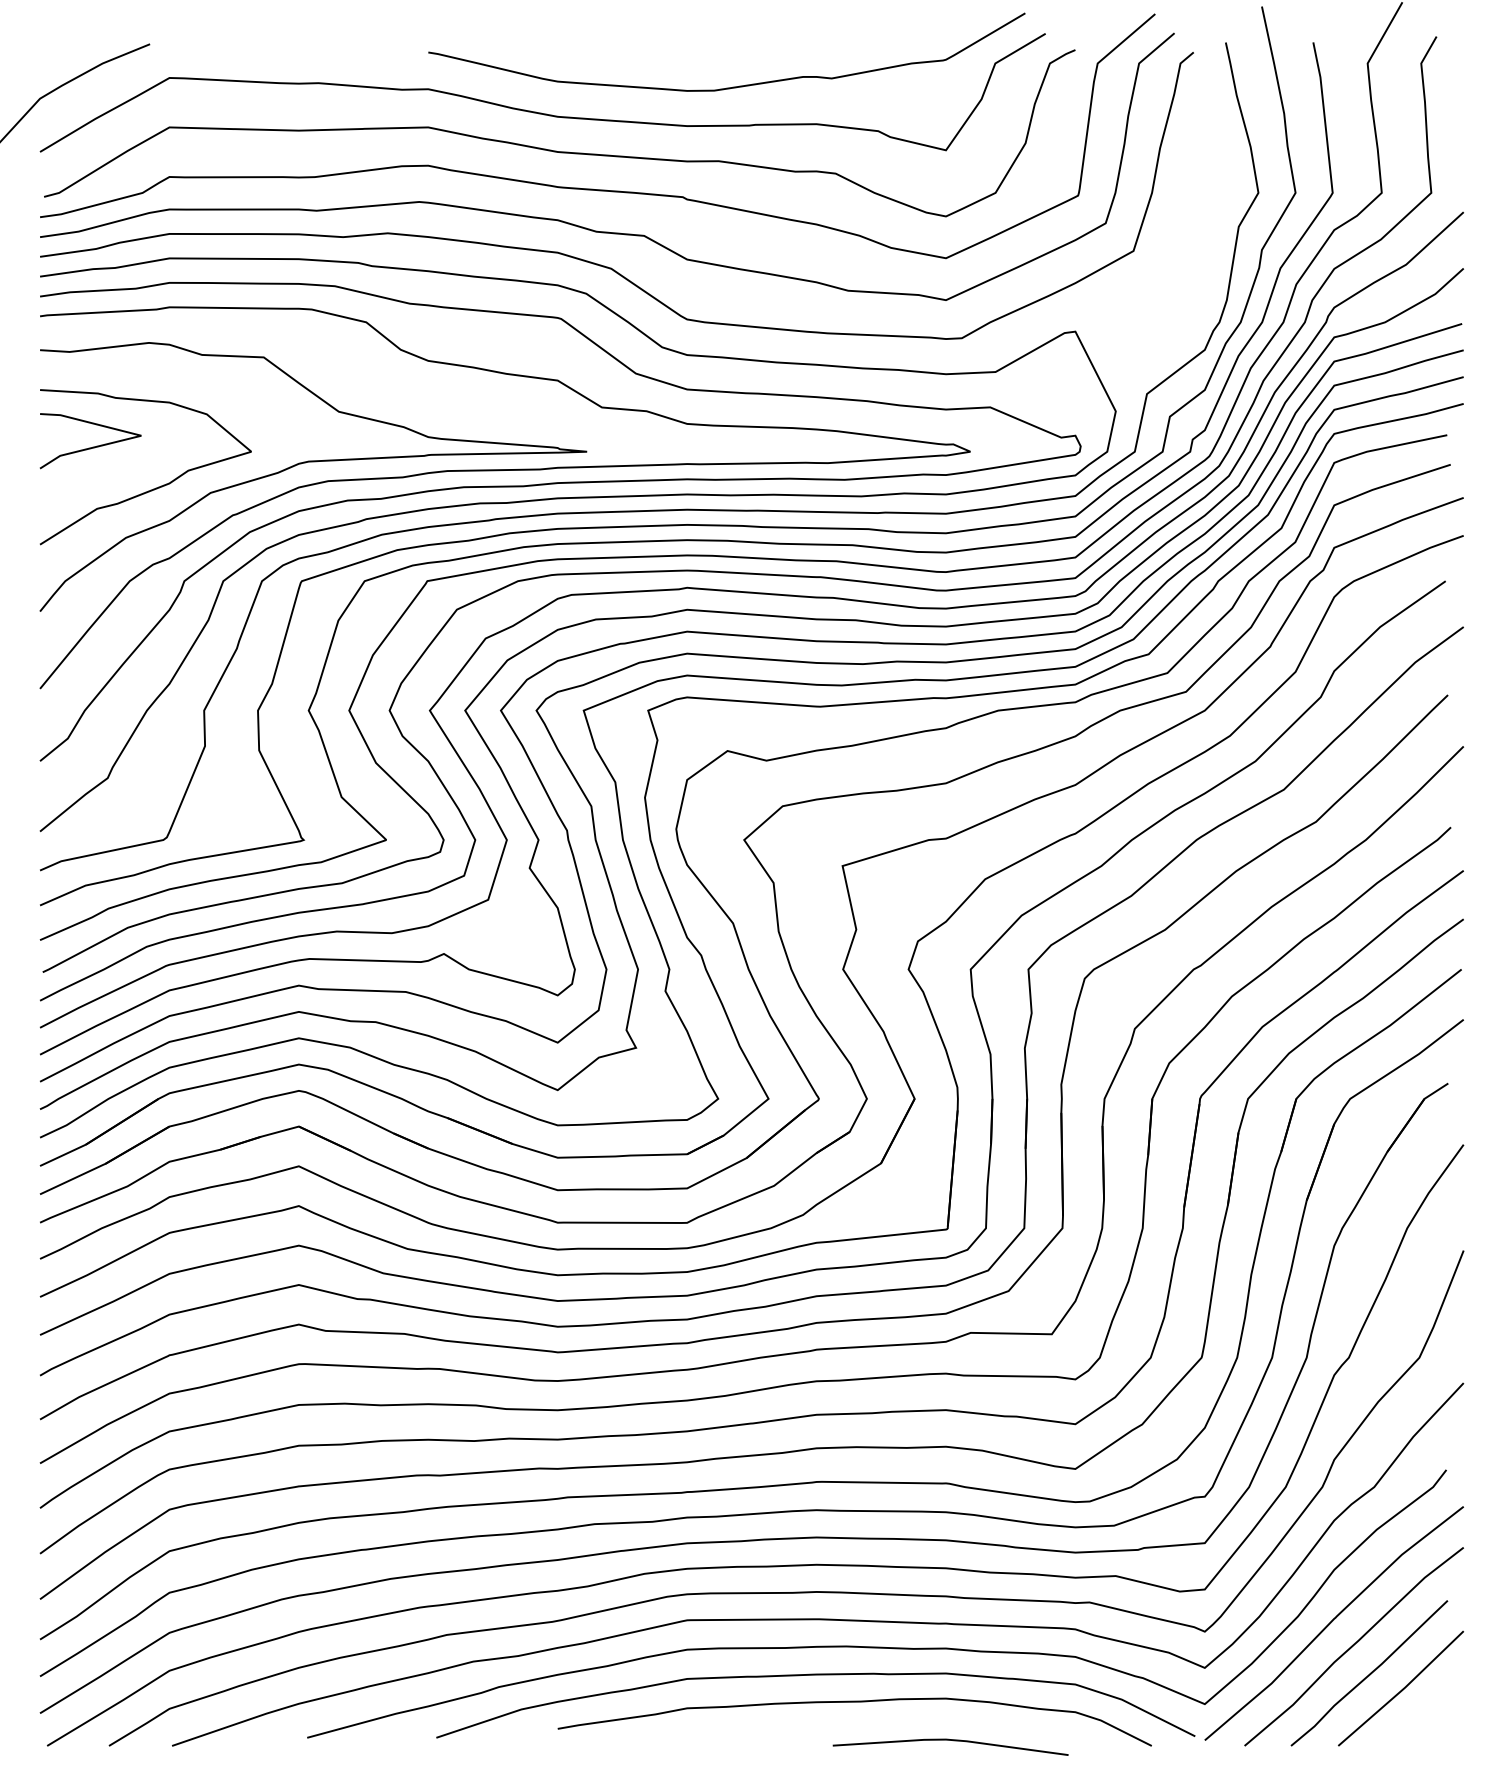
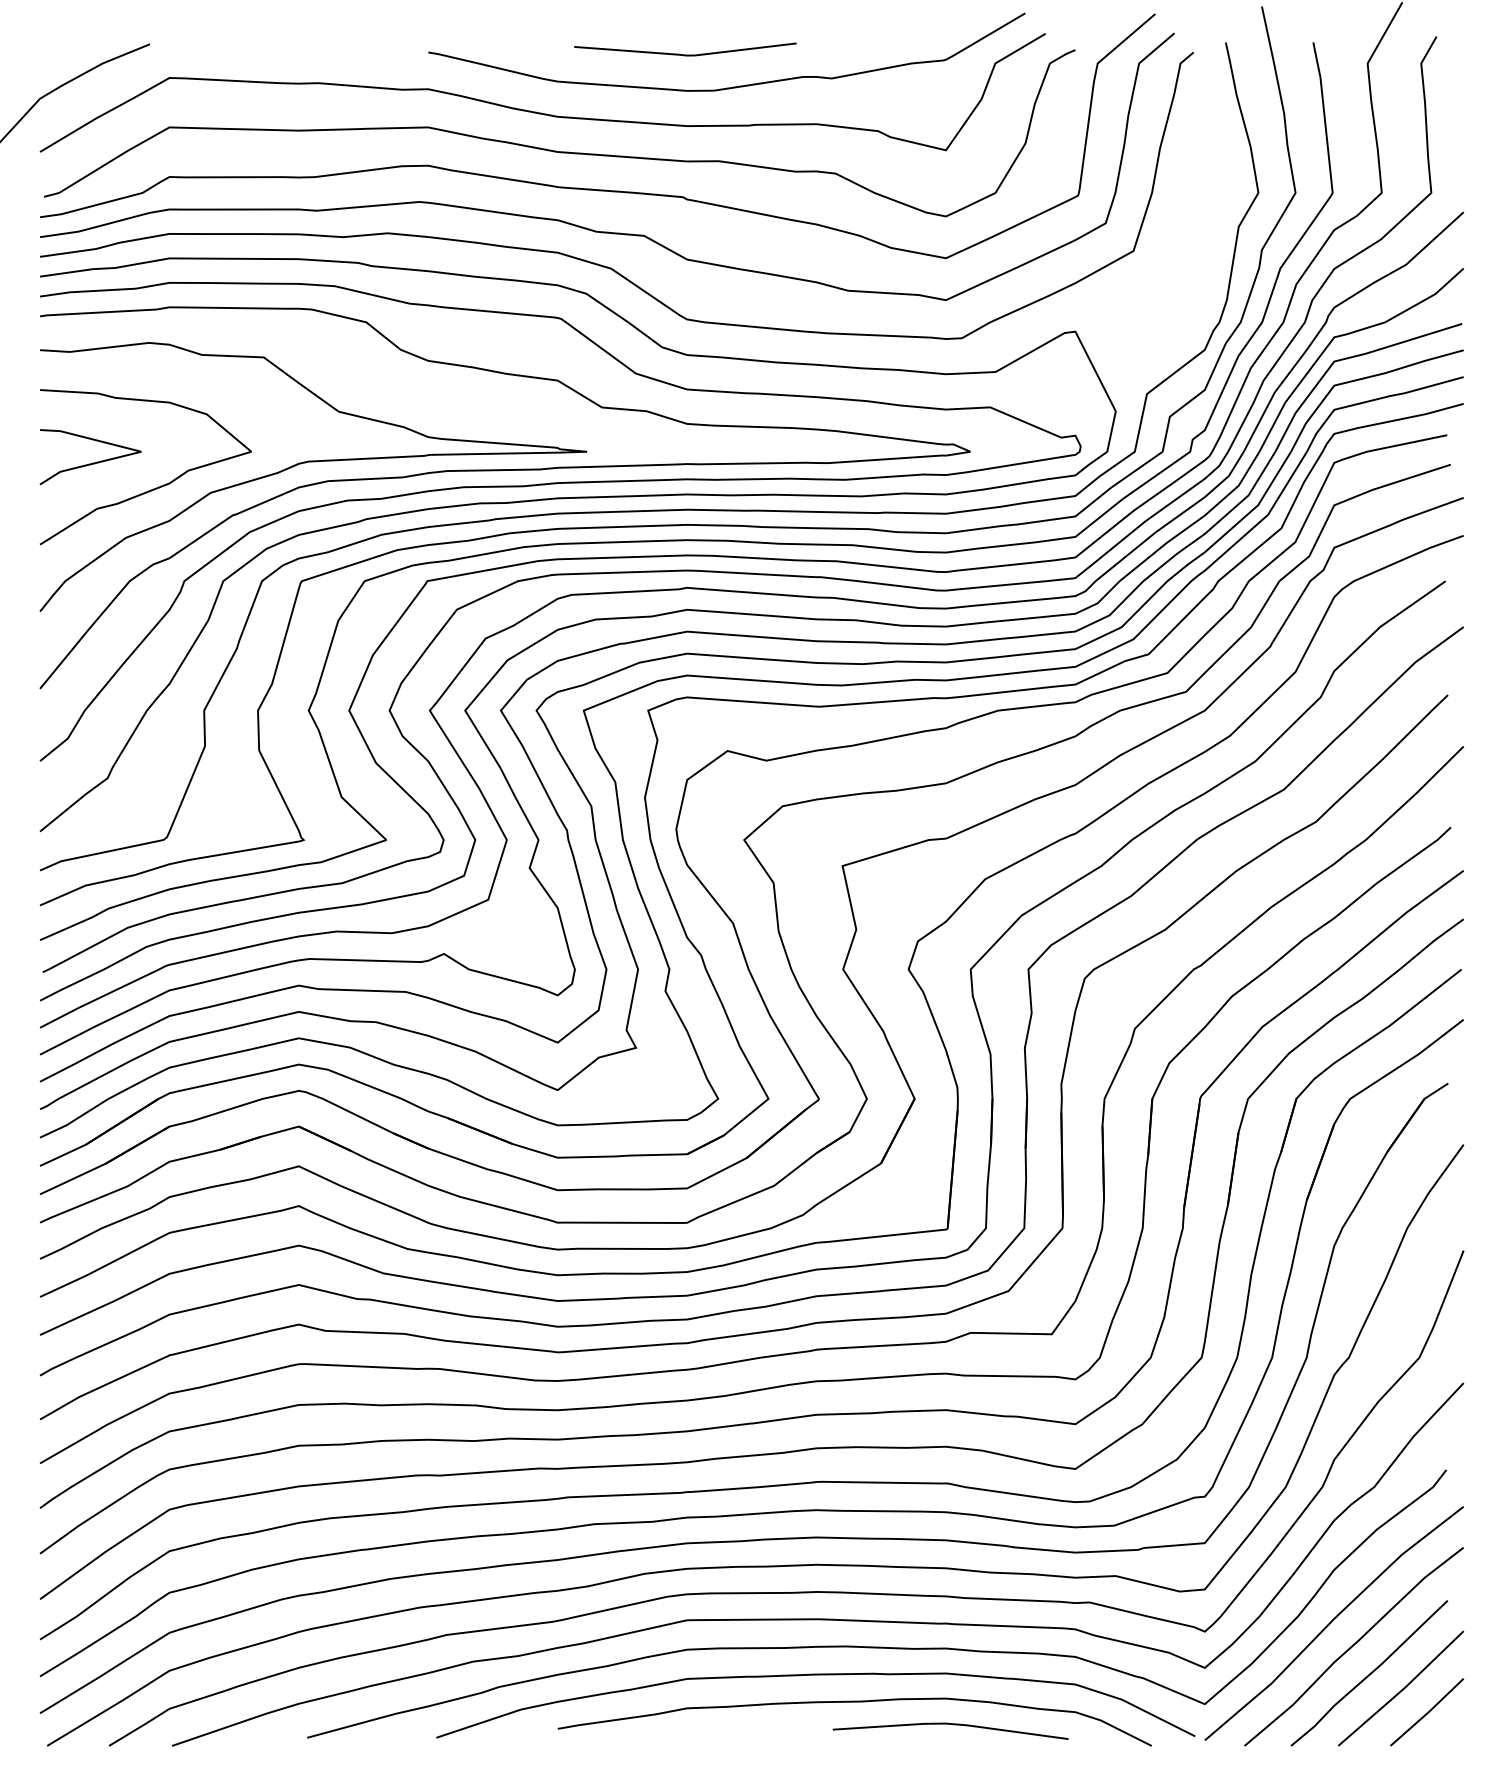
line at (685, 54): none -> present
line at (92, 446) position: (92, 446) -> (92, 462)
line at (1427, 1712): none -> present
line at (953, 1741) position: (953, 1741) -> (953, 1725)
